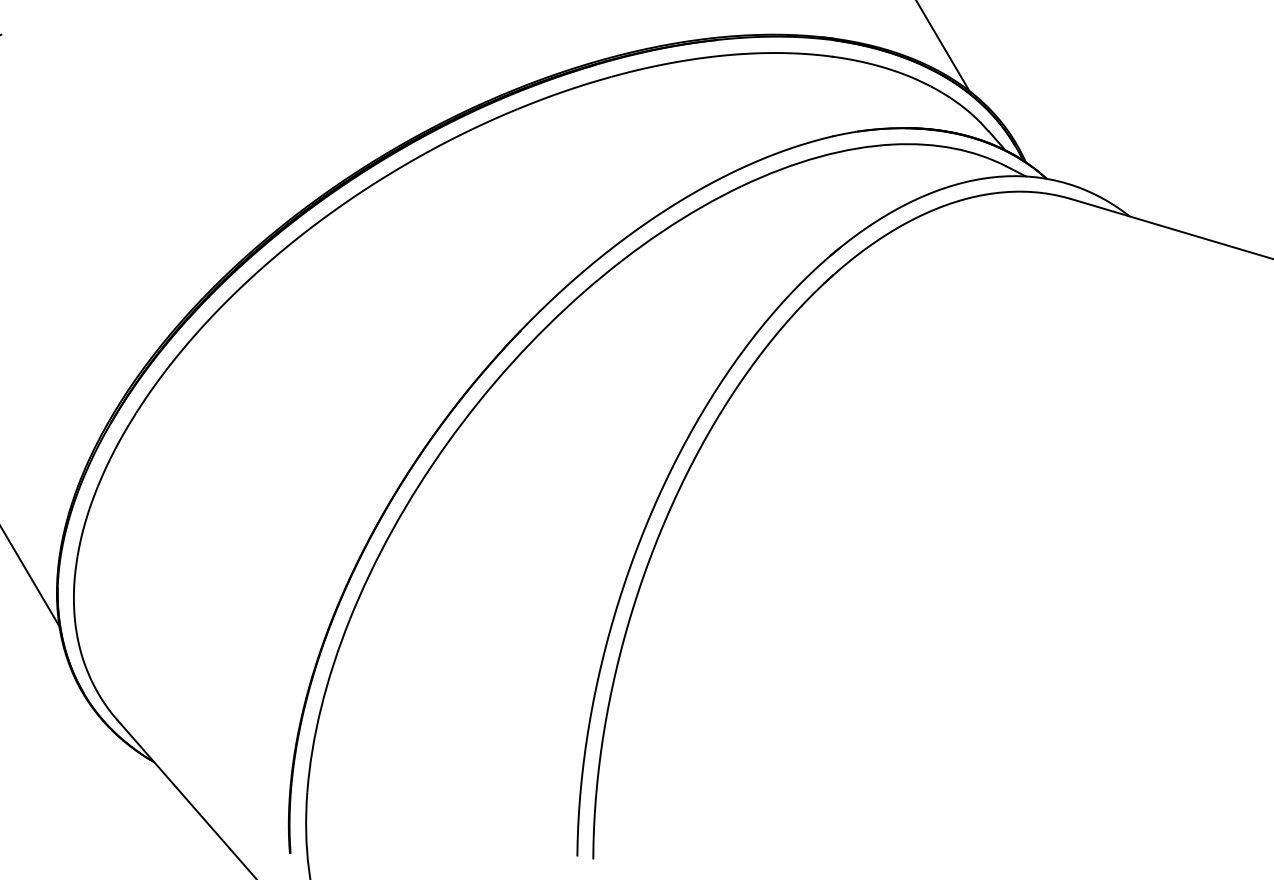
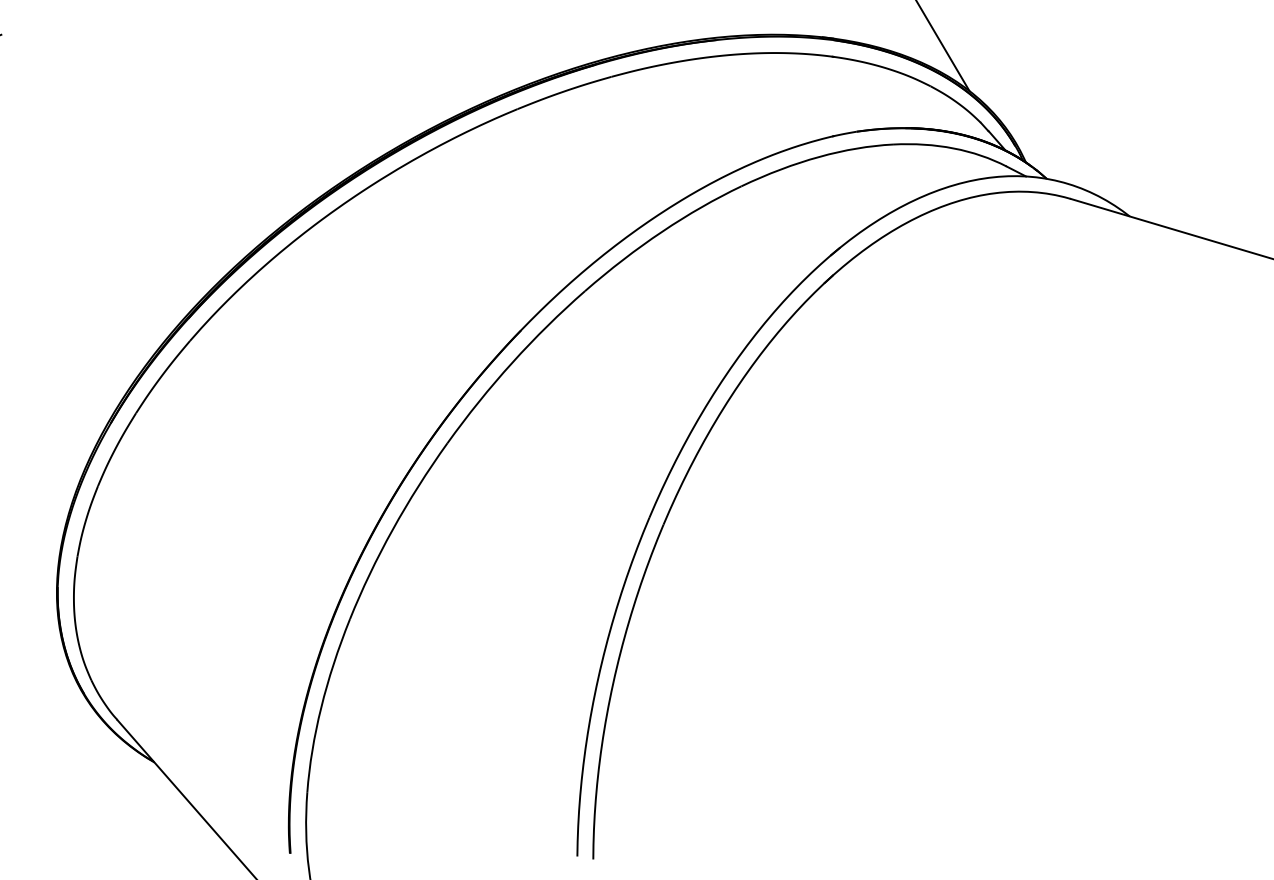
line at (30, 577): present -> none
